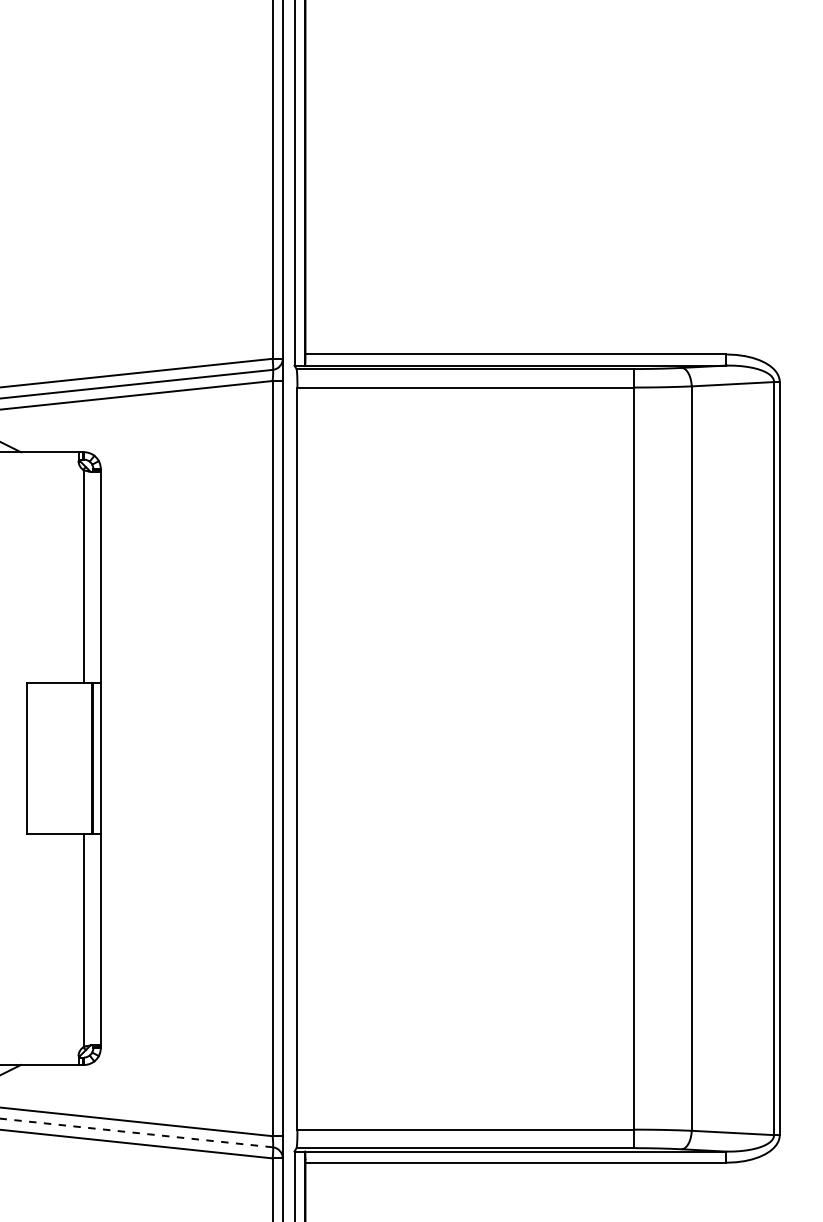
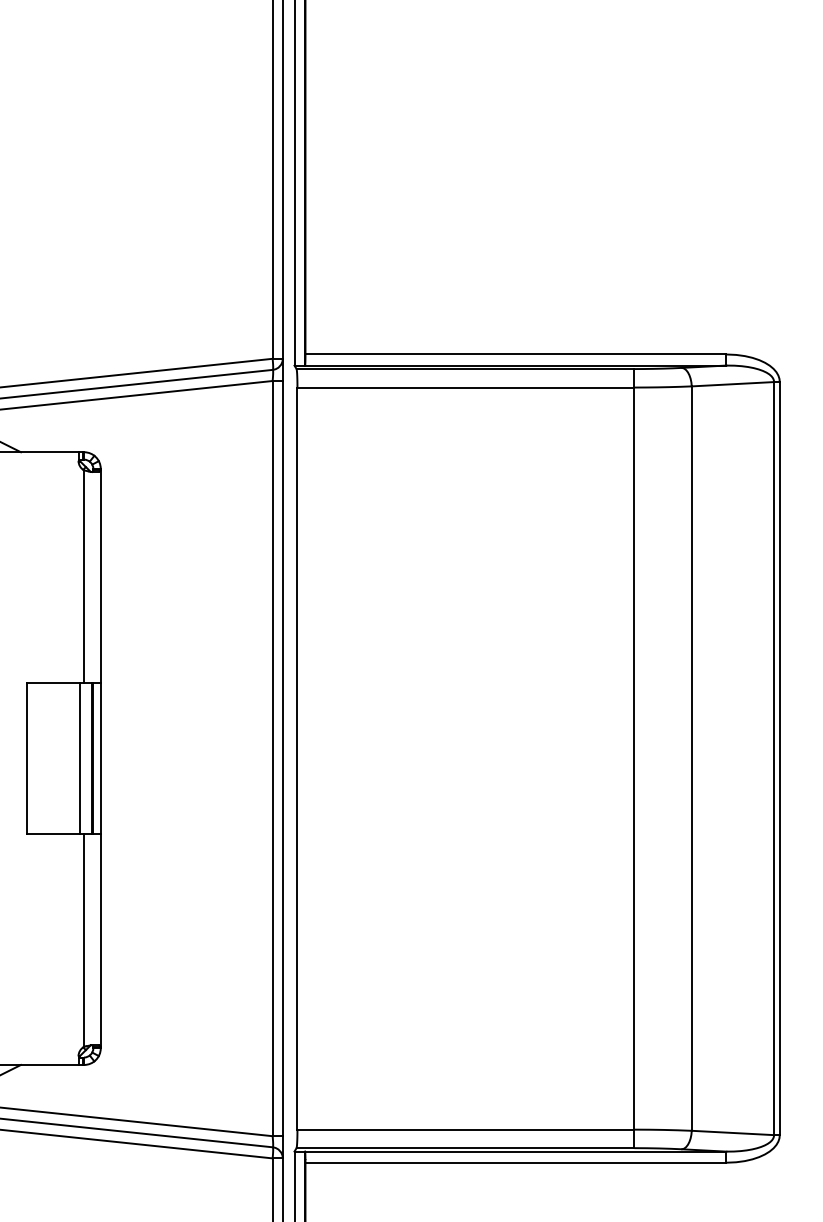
line at (80, 758): none -> present
line at (136, 1133): dashed -> solid
